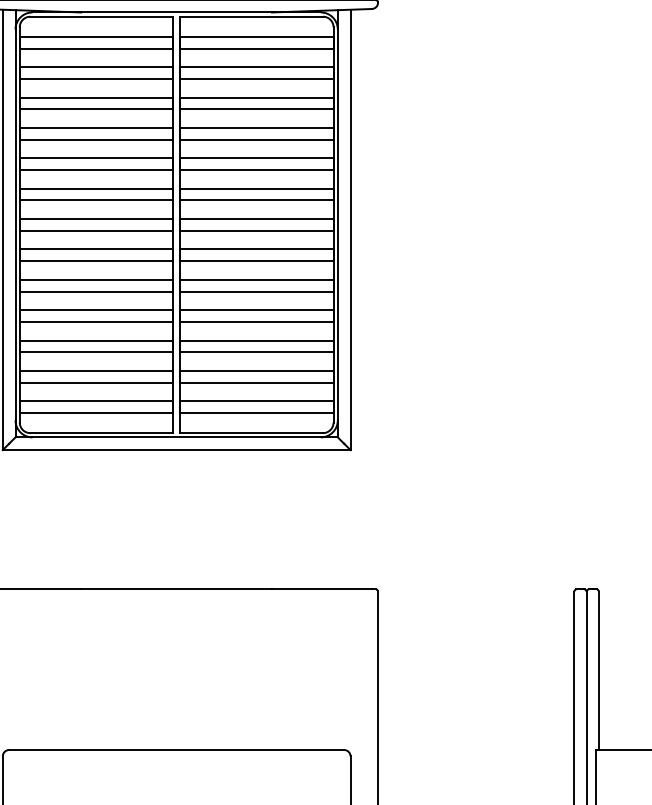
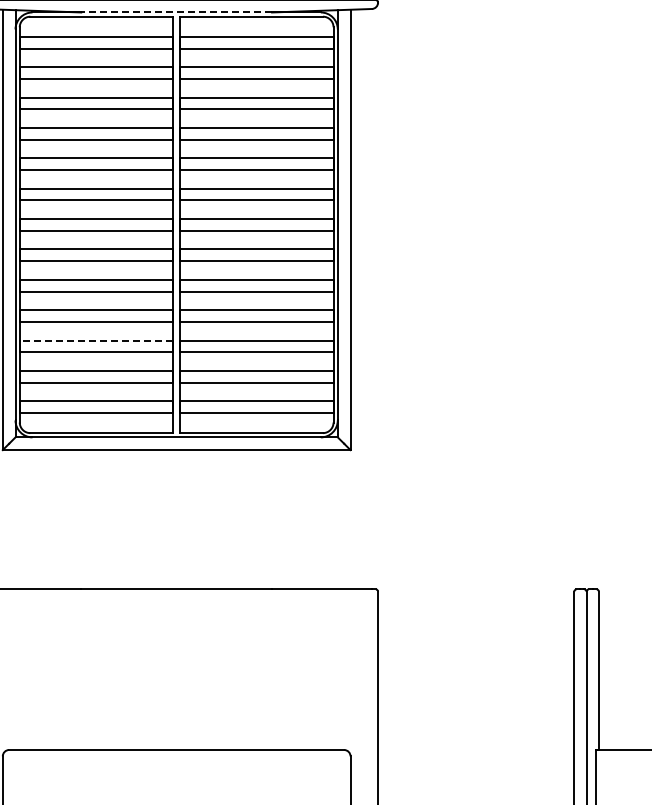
line at (176, 12): solid -> dashed
line at (96, 340): solid -> dashed
